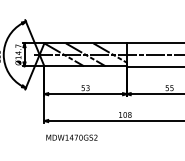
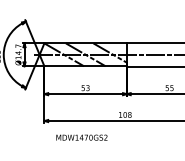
text at (71, 137) position: (71, 137) -> (81, 137)
